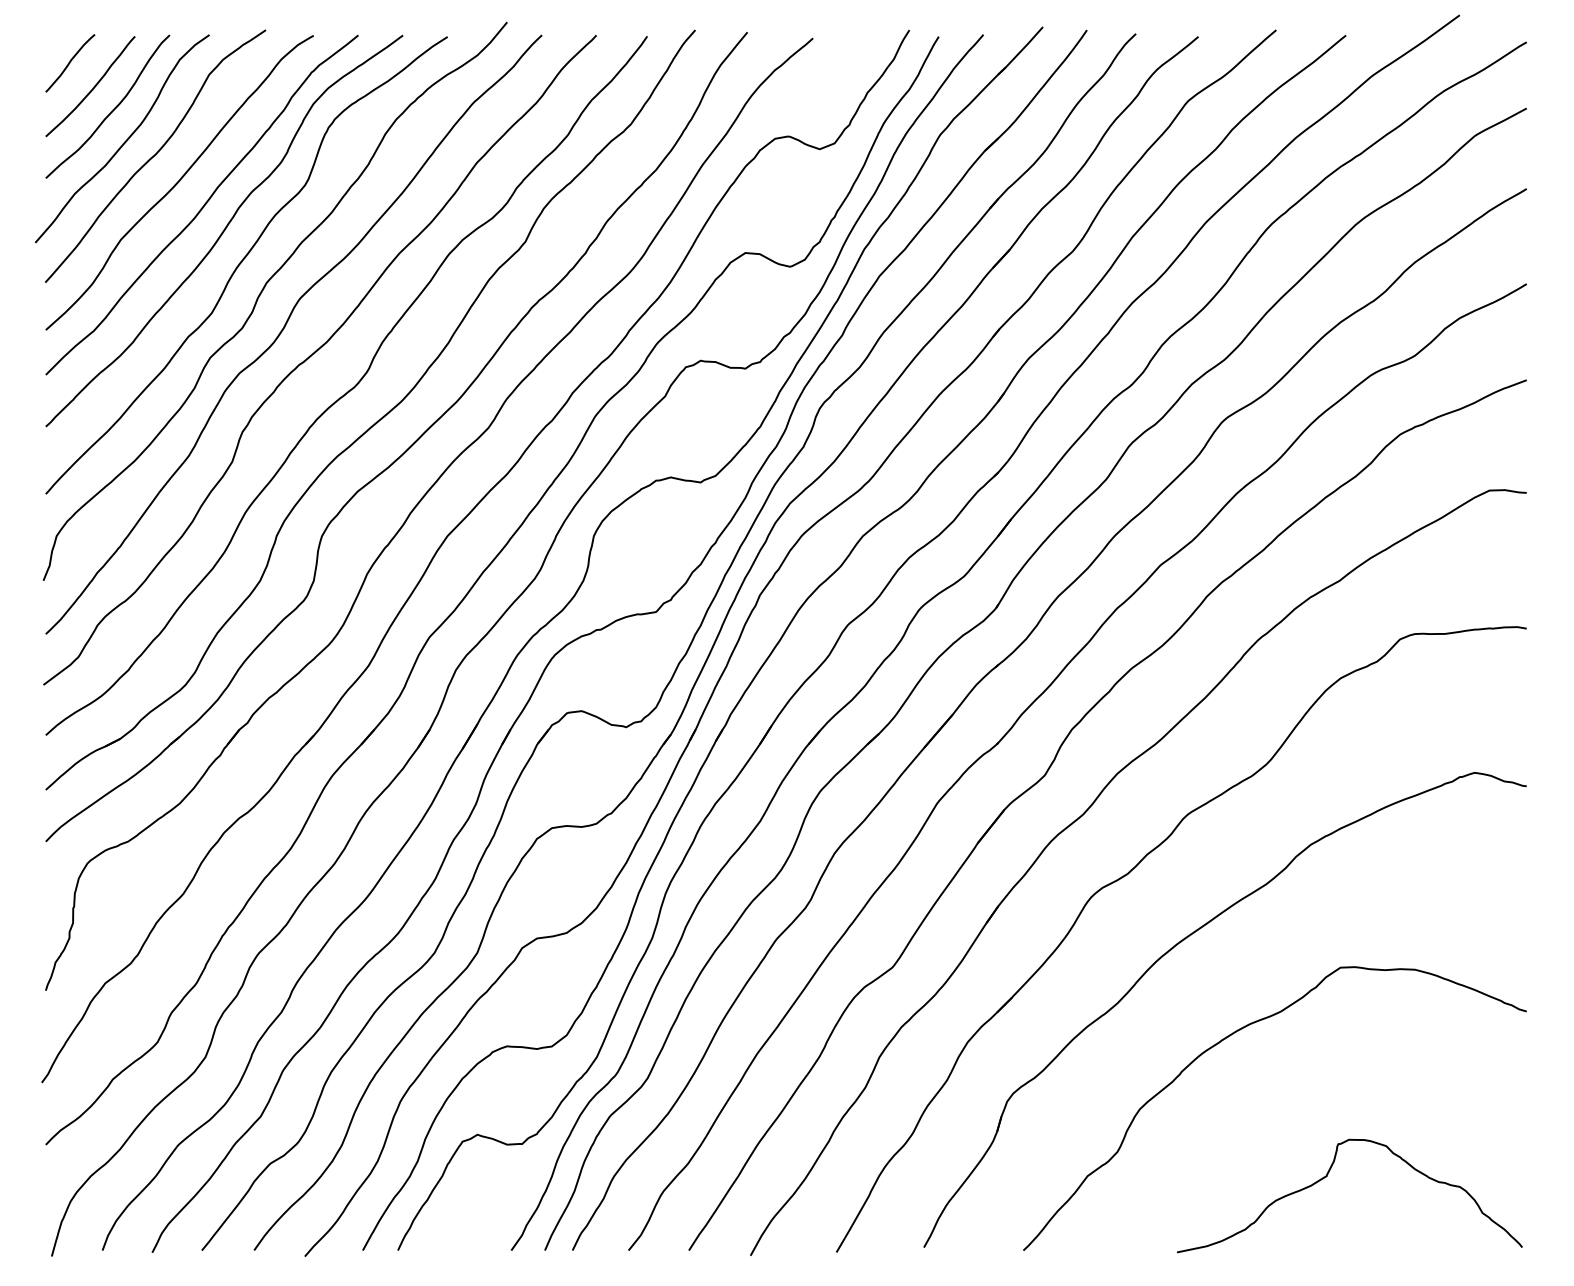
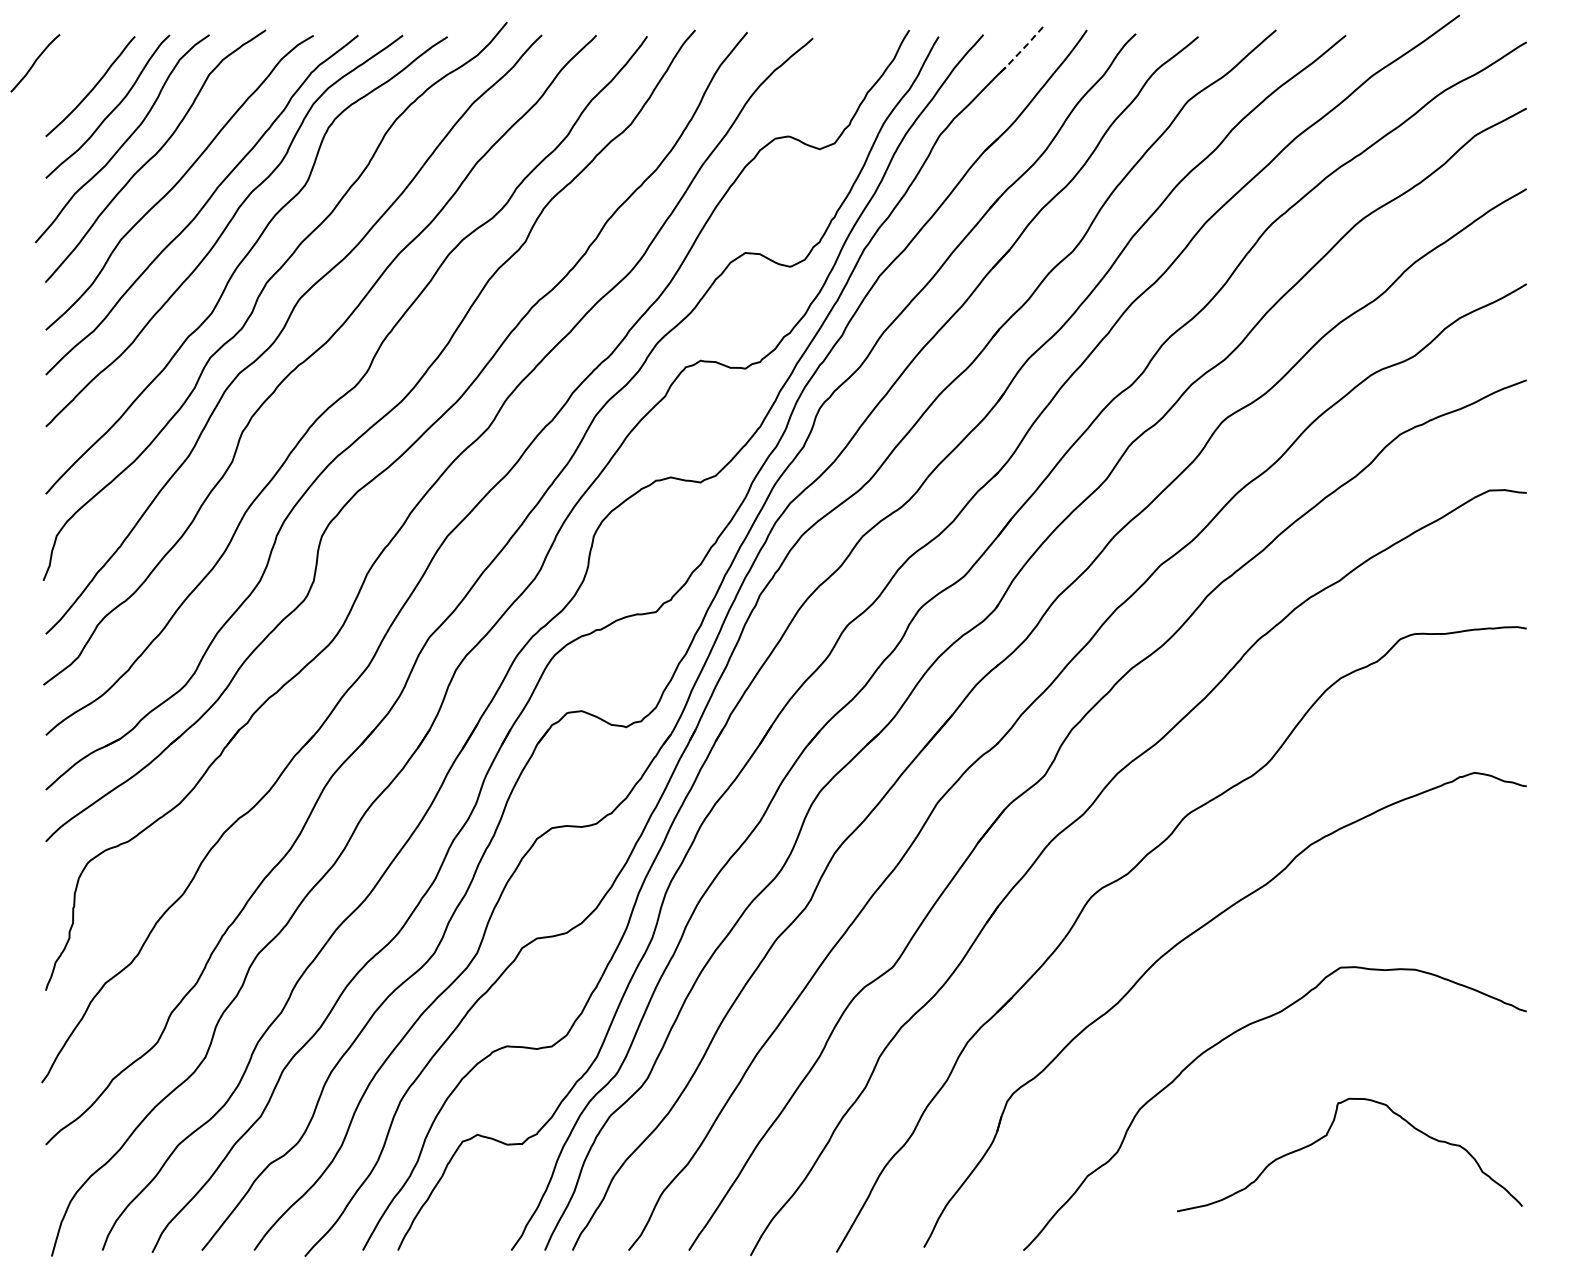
line at (1020, 51): solid -> dashed
curve at (70, 63) position: (70, 63) -> (35, 63)
curve at (1327, 1176) position: (1327, 1176) -> (1327, 1135)
